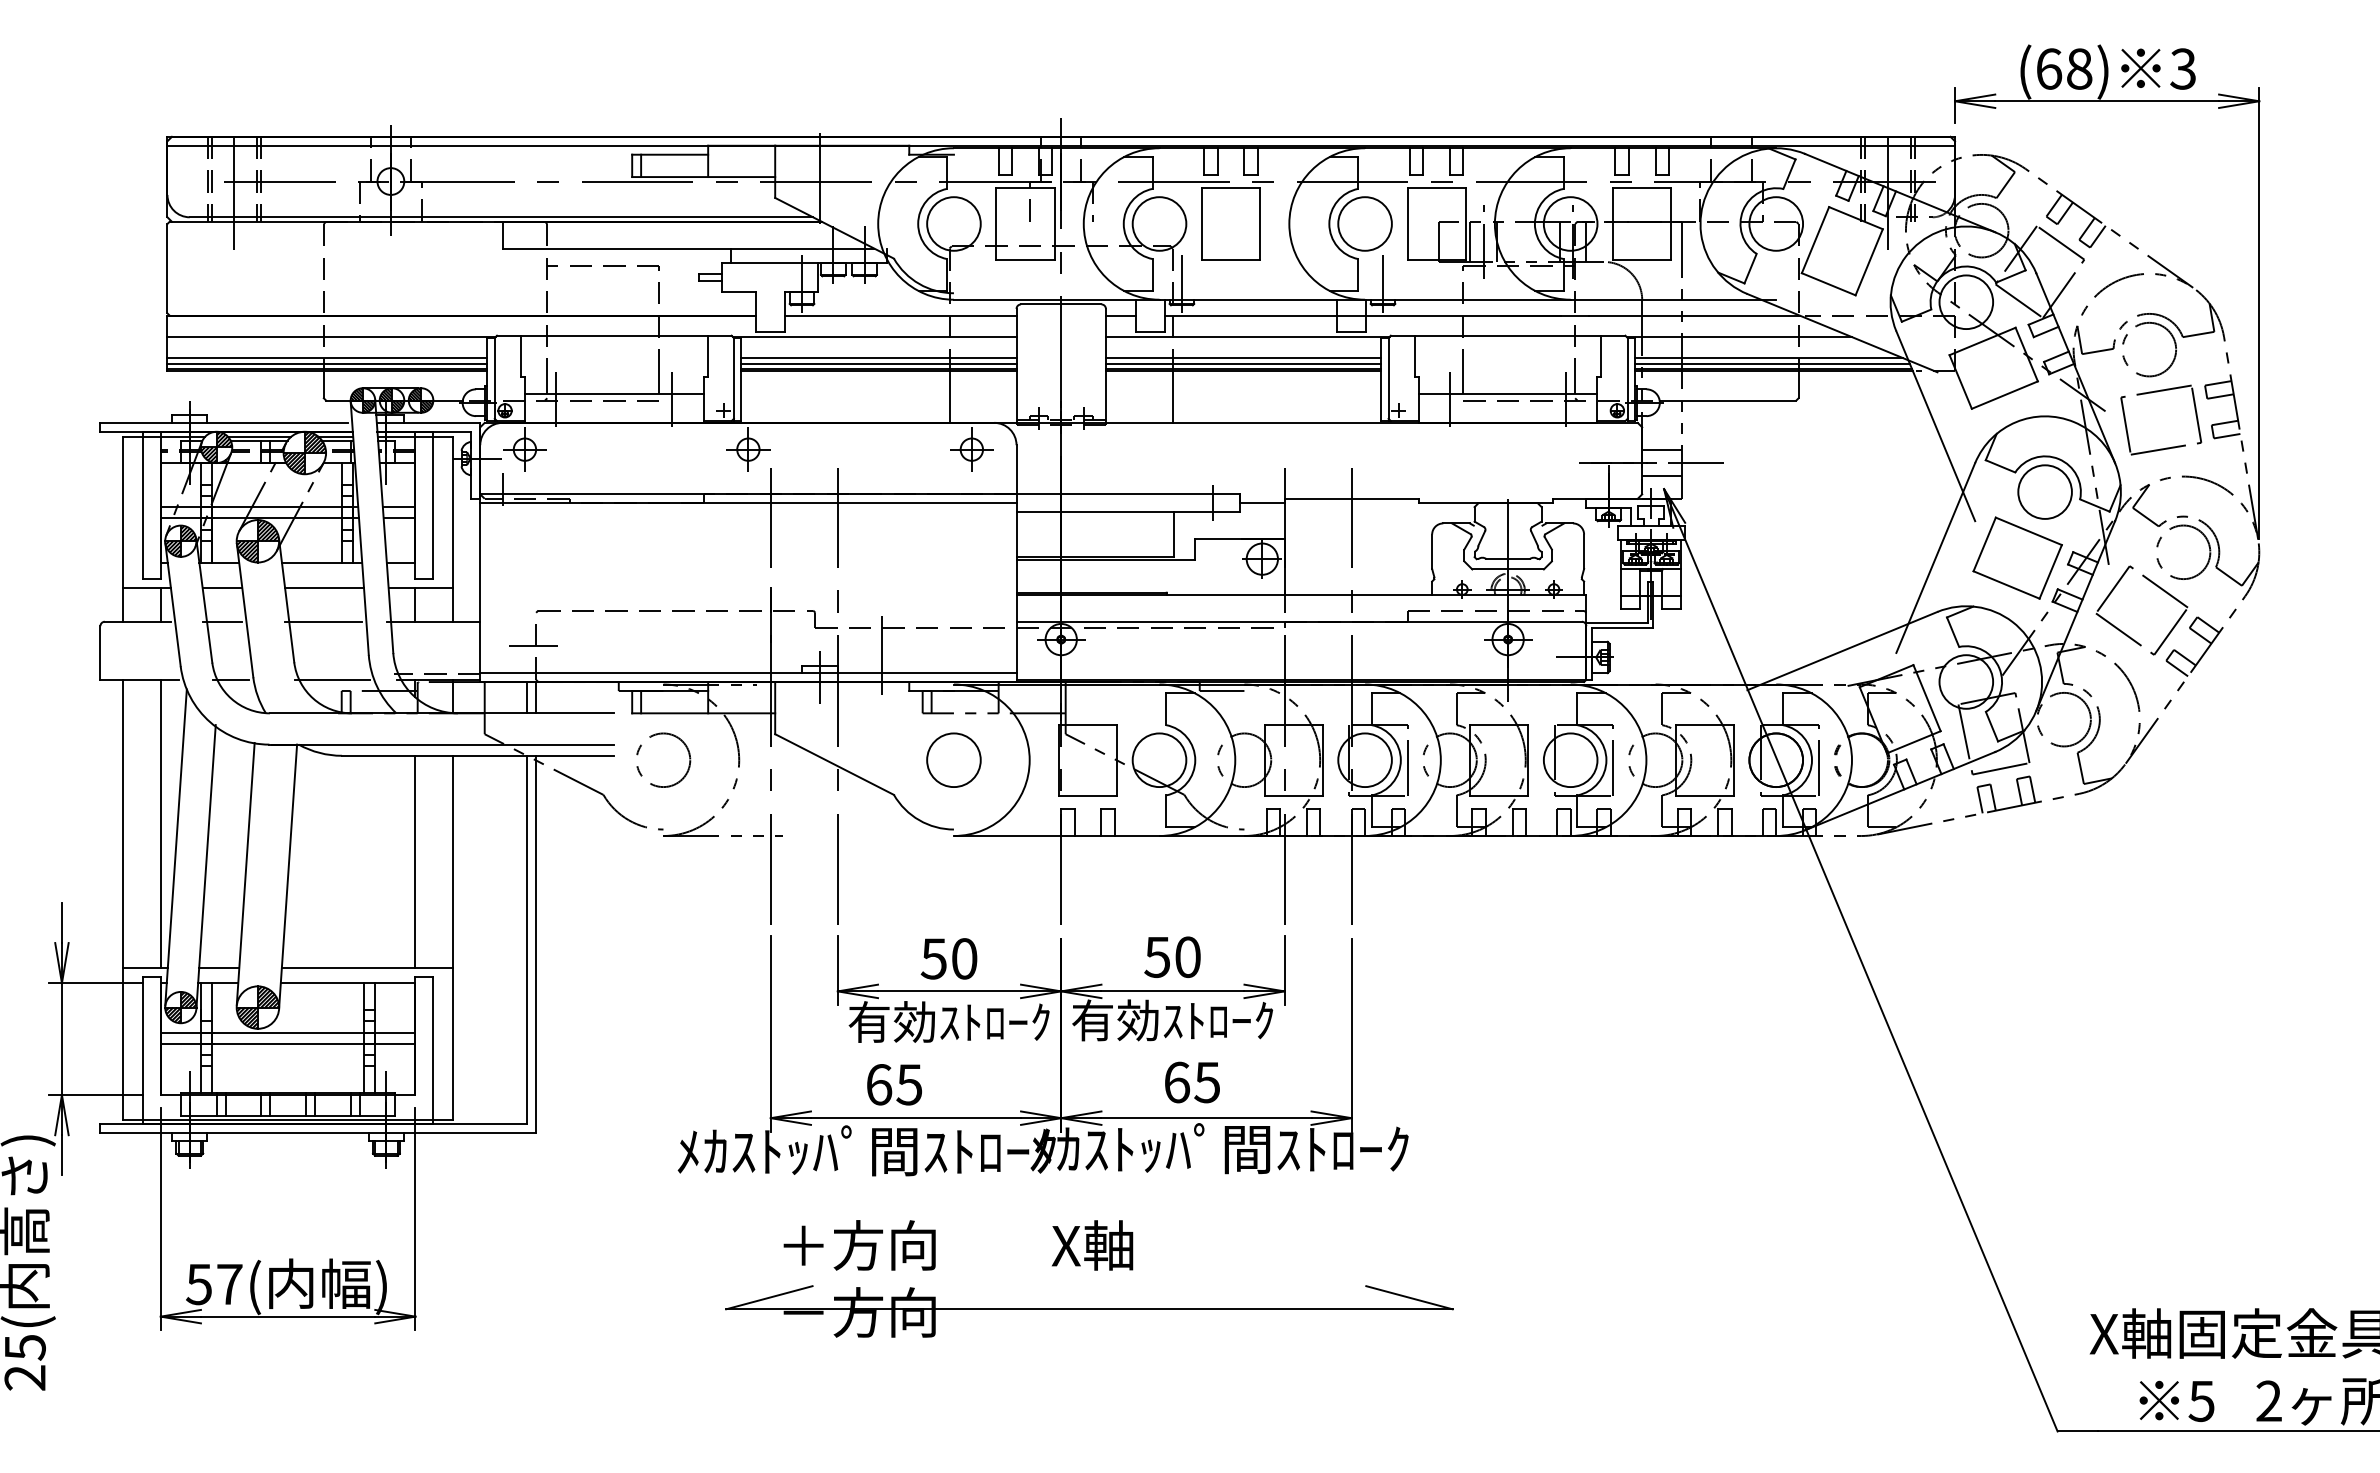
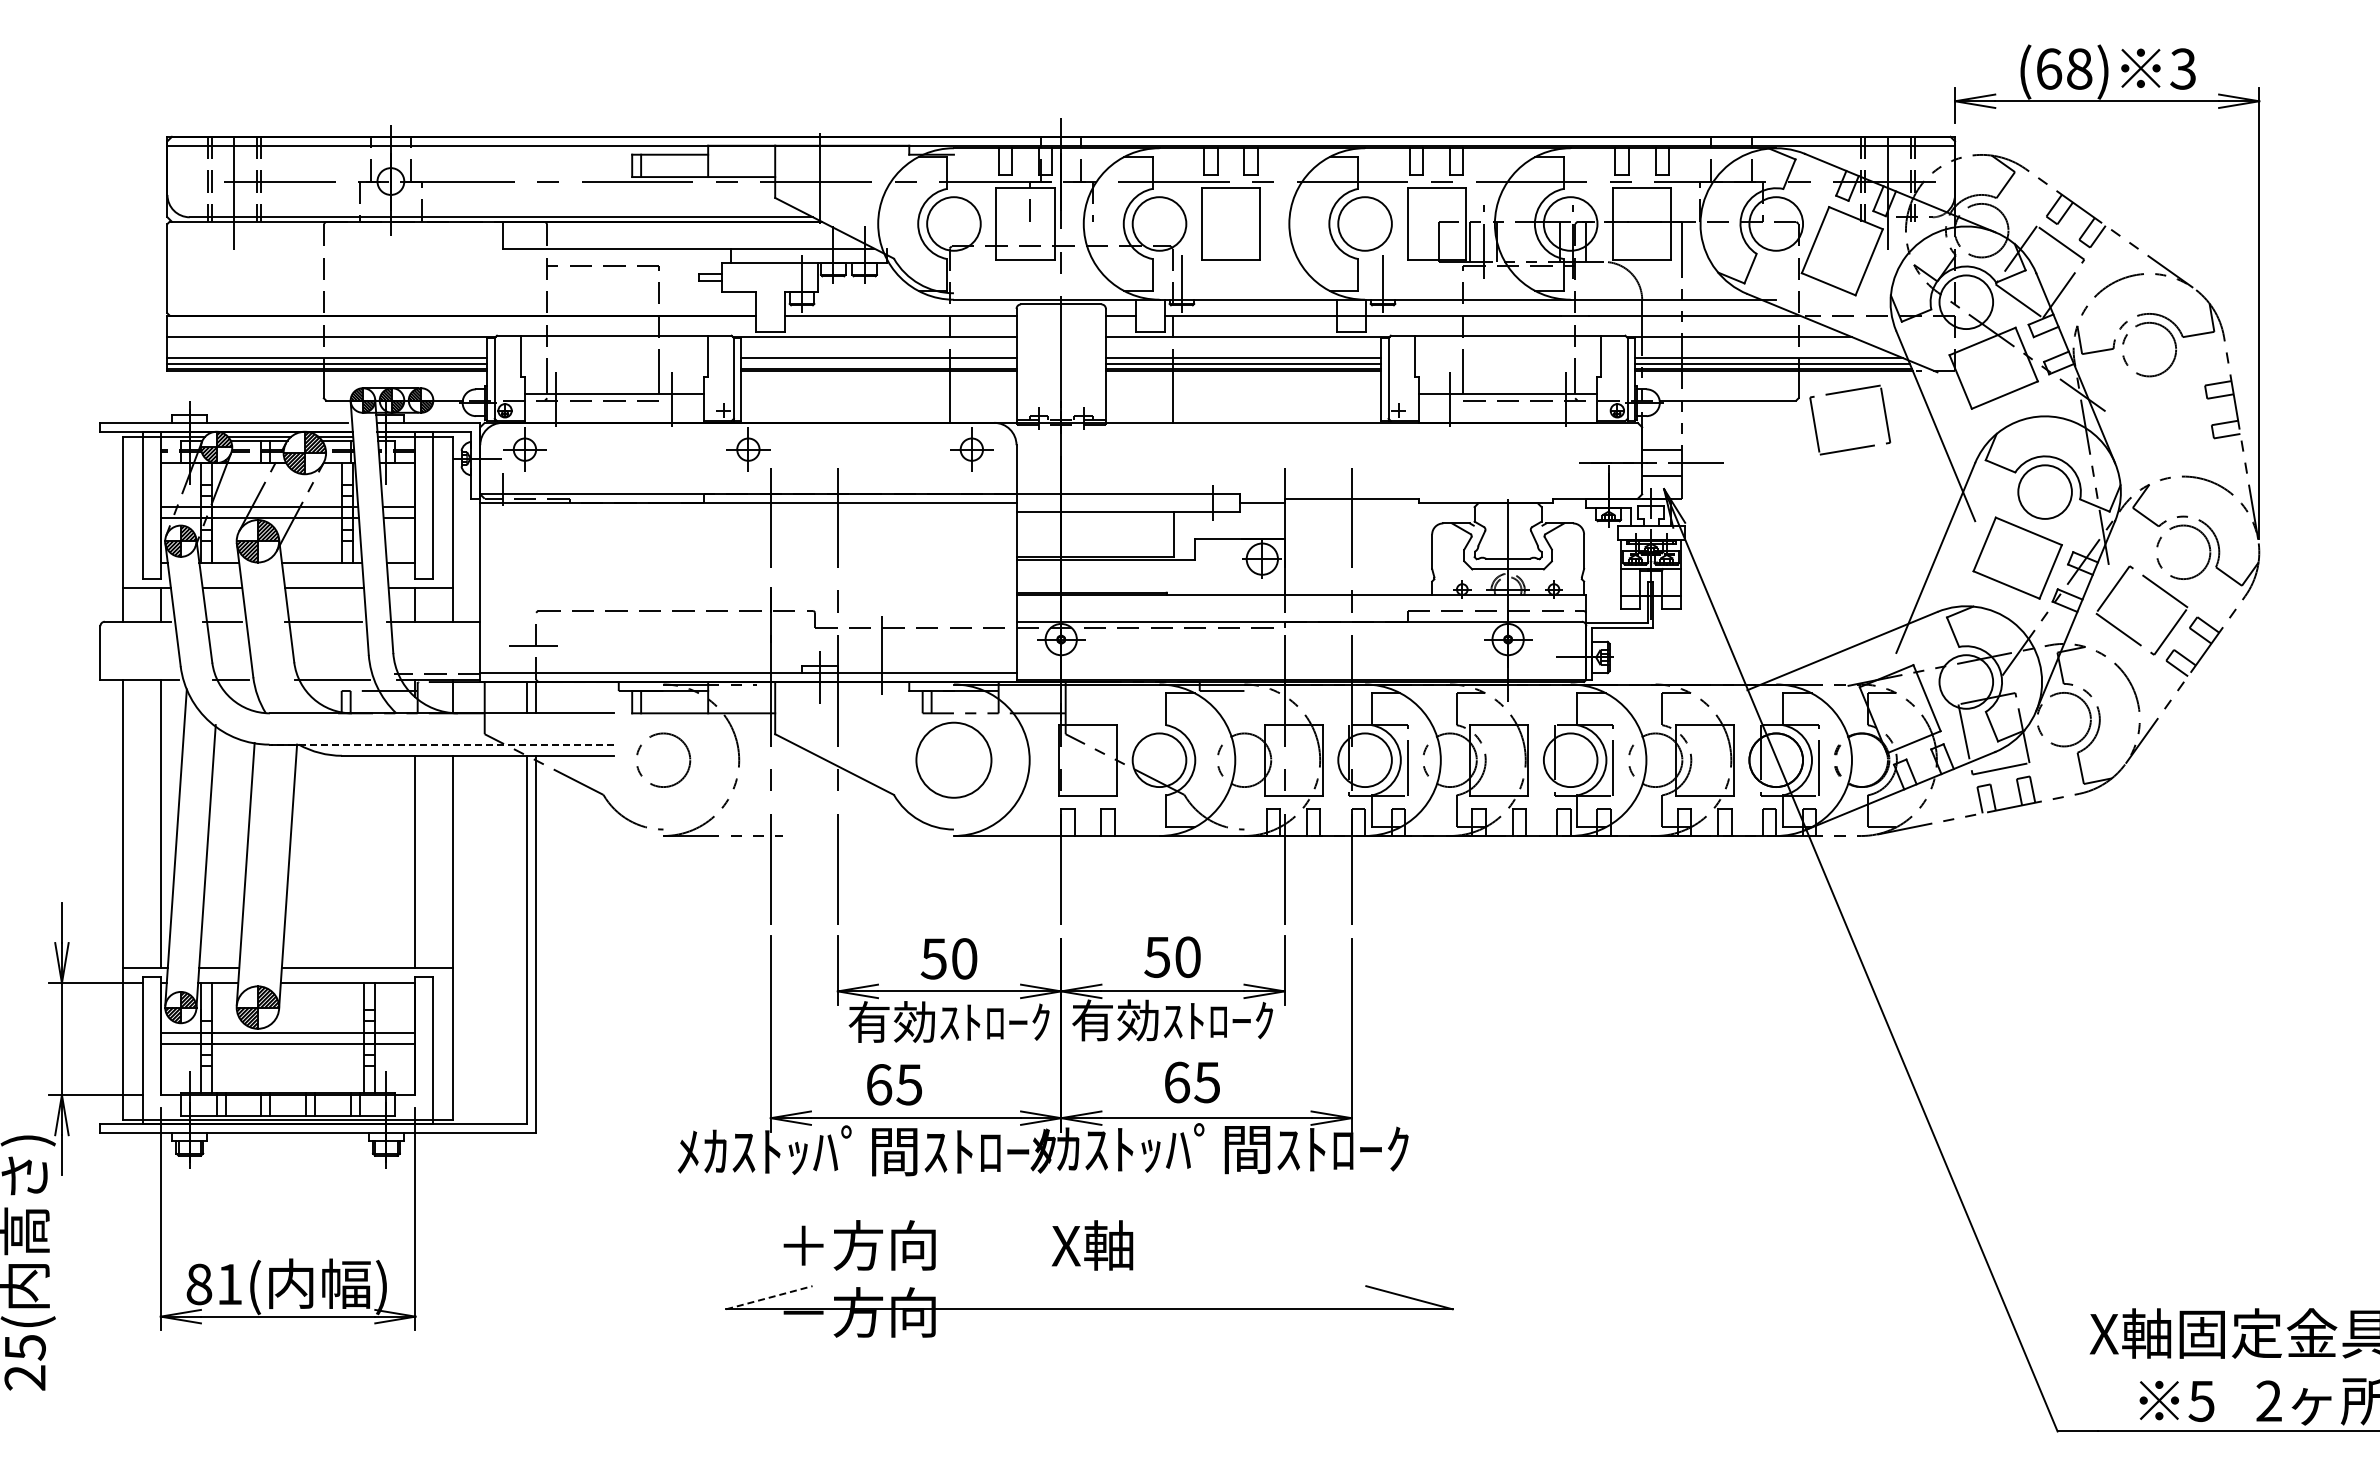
line at (878, 364): present -> none
part at (2157, 392) position: (2157, 392) -> (1846, 392)
line at (441, 744): solid -> dashed
circle at (953, 760) diameter: 54 px -> 75 px
text at (214, 1284): 57( -> 81(
line at (769, 1297): solid -> dashed
